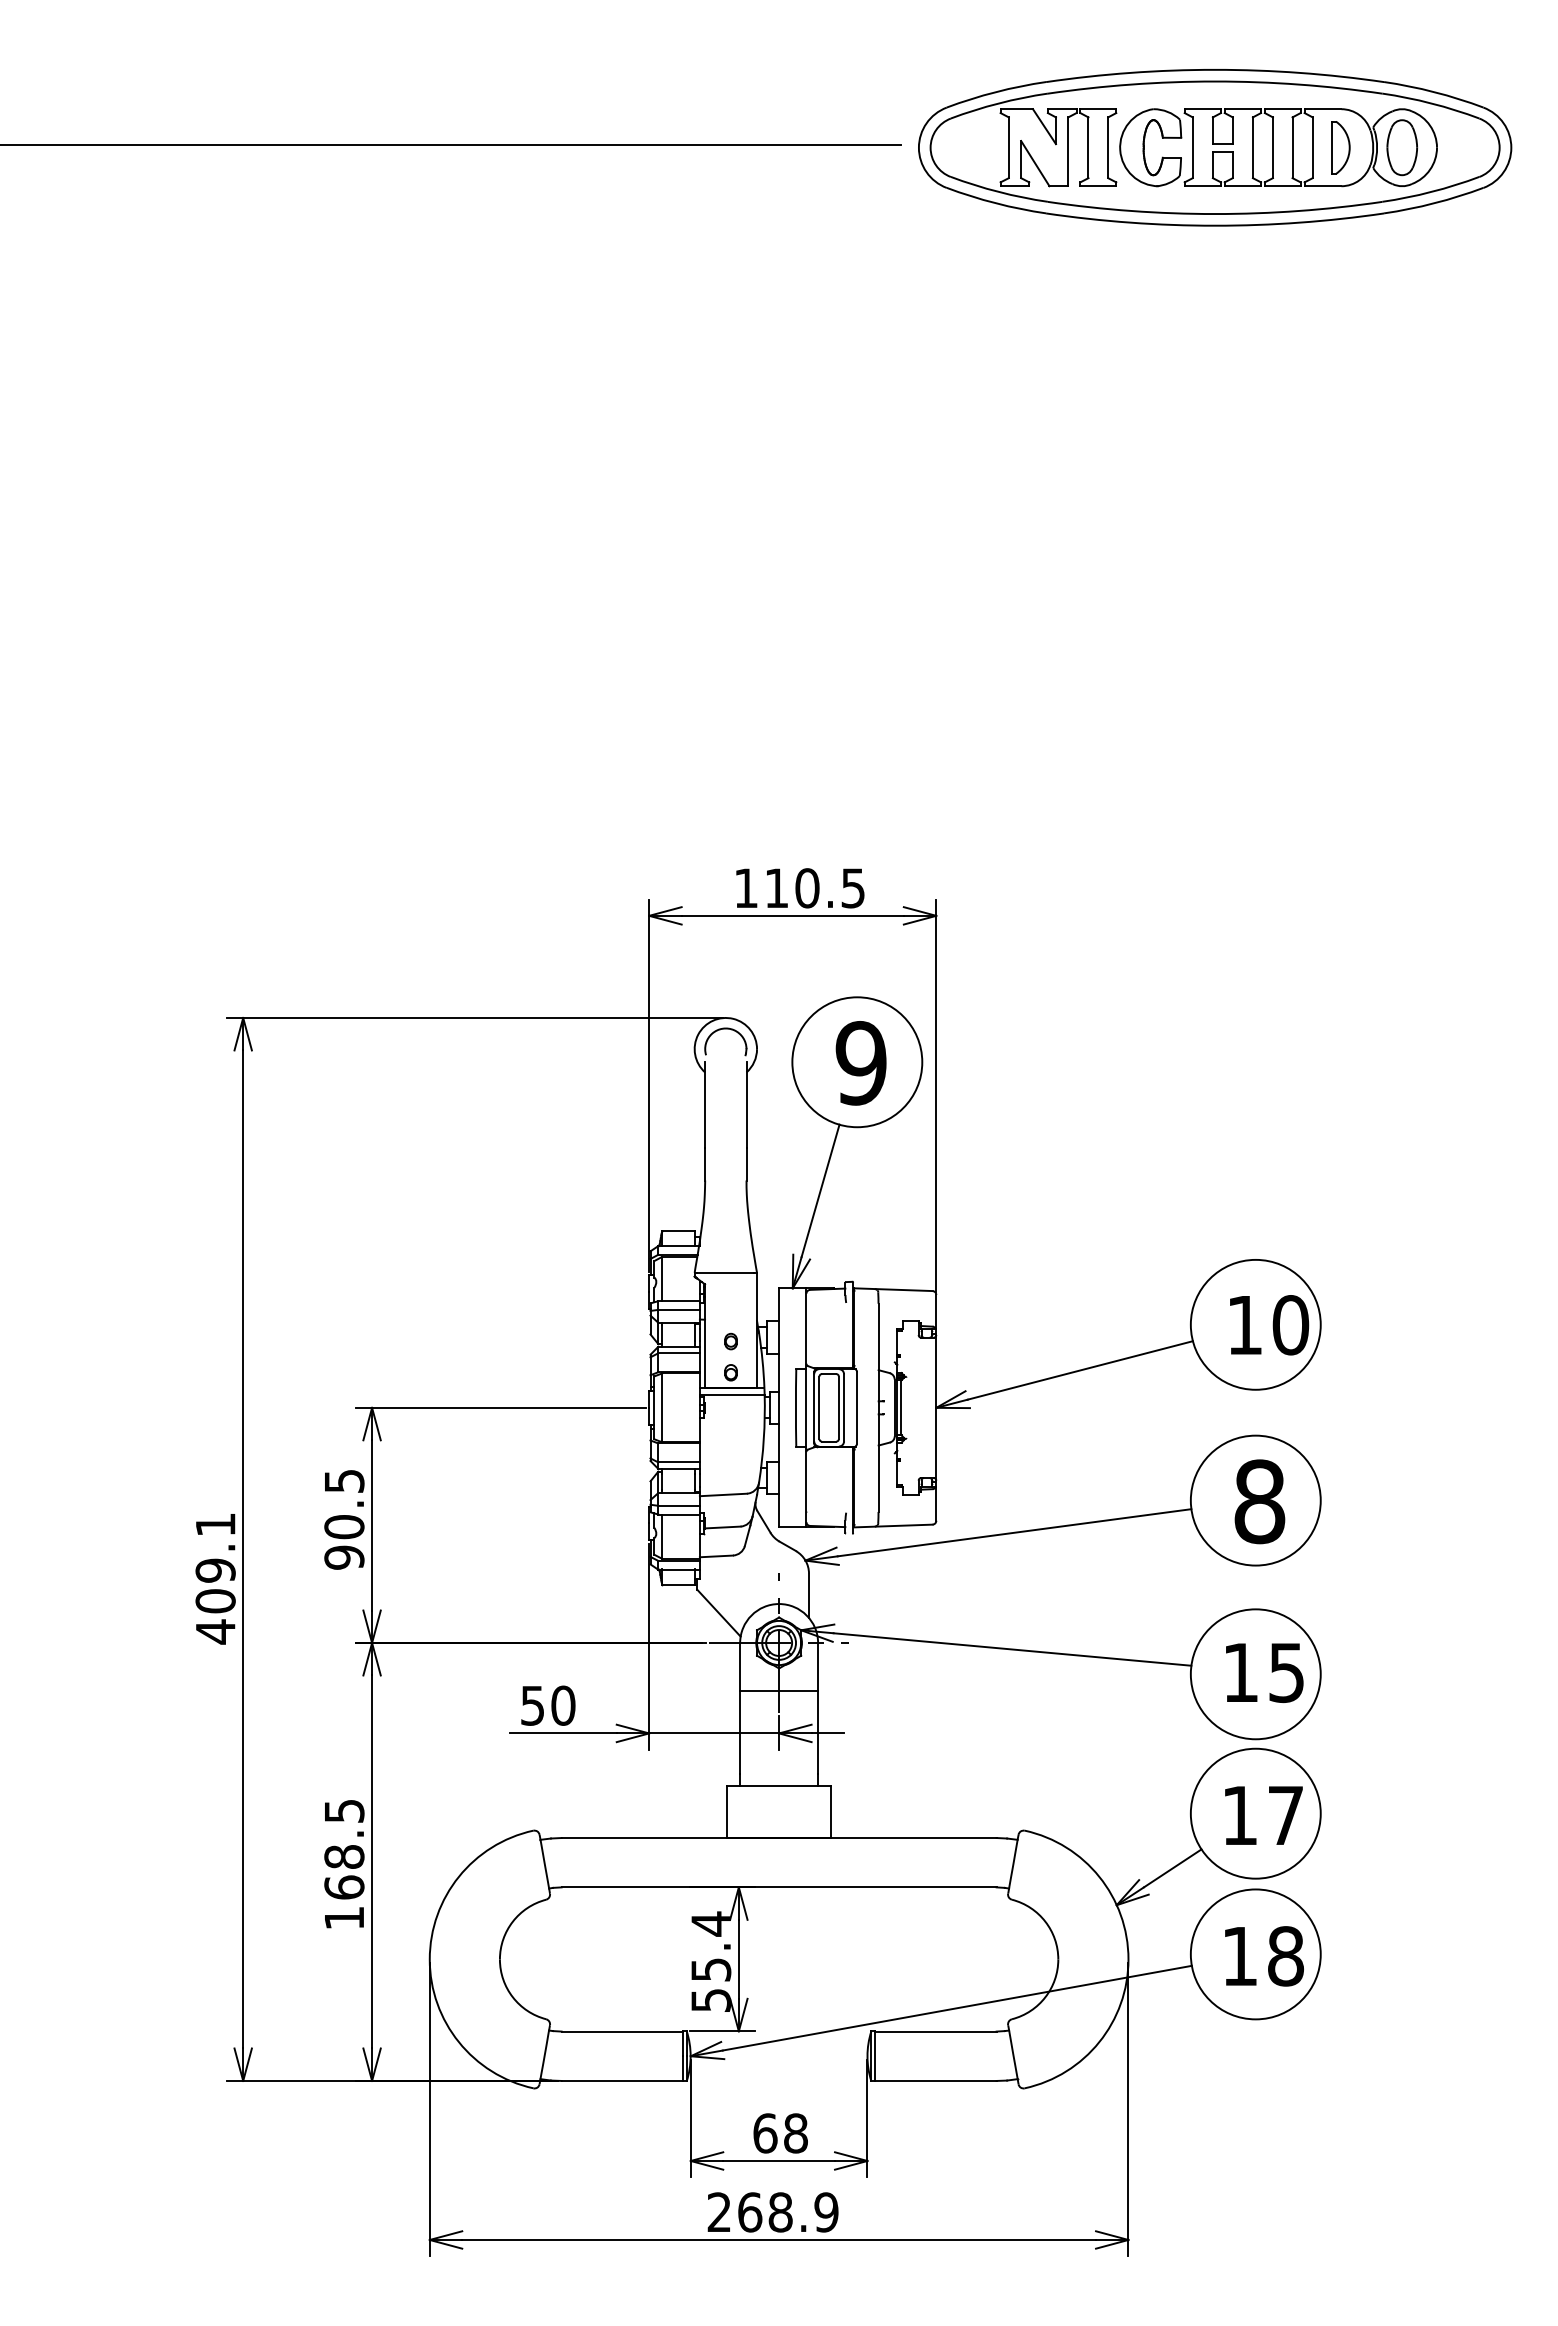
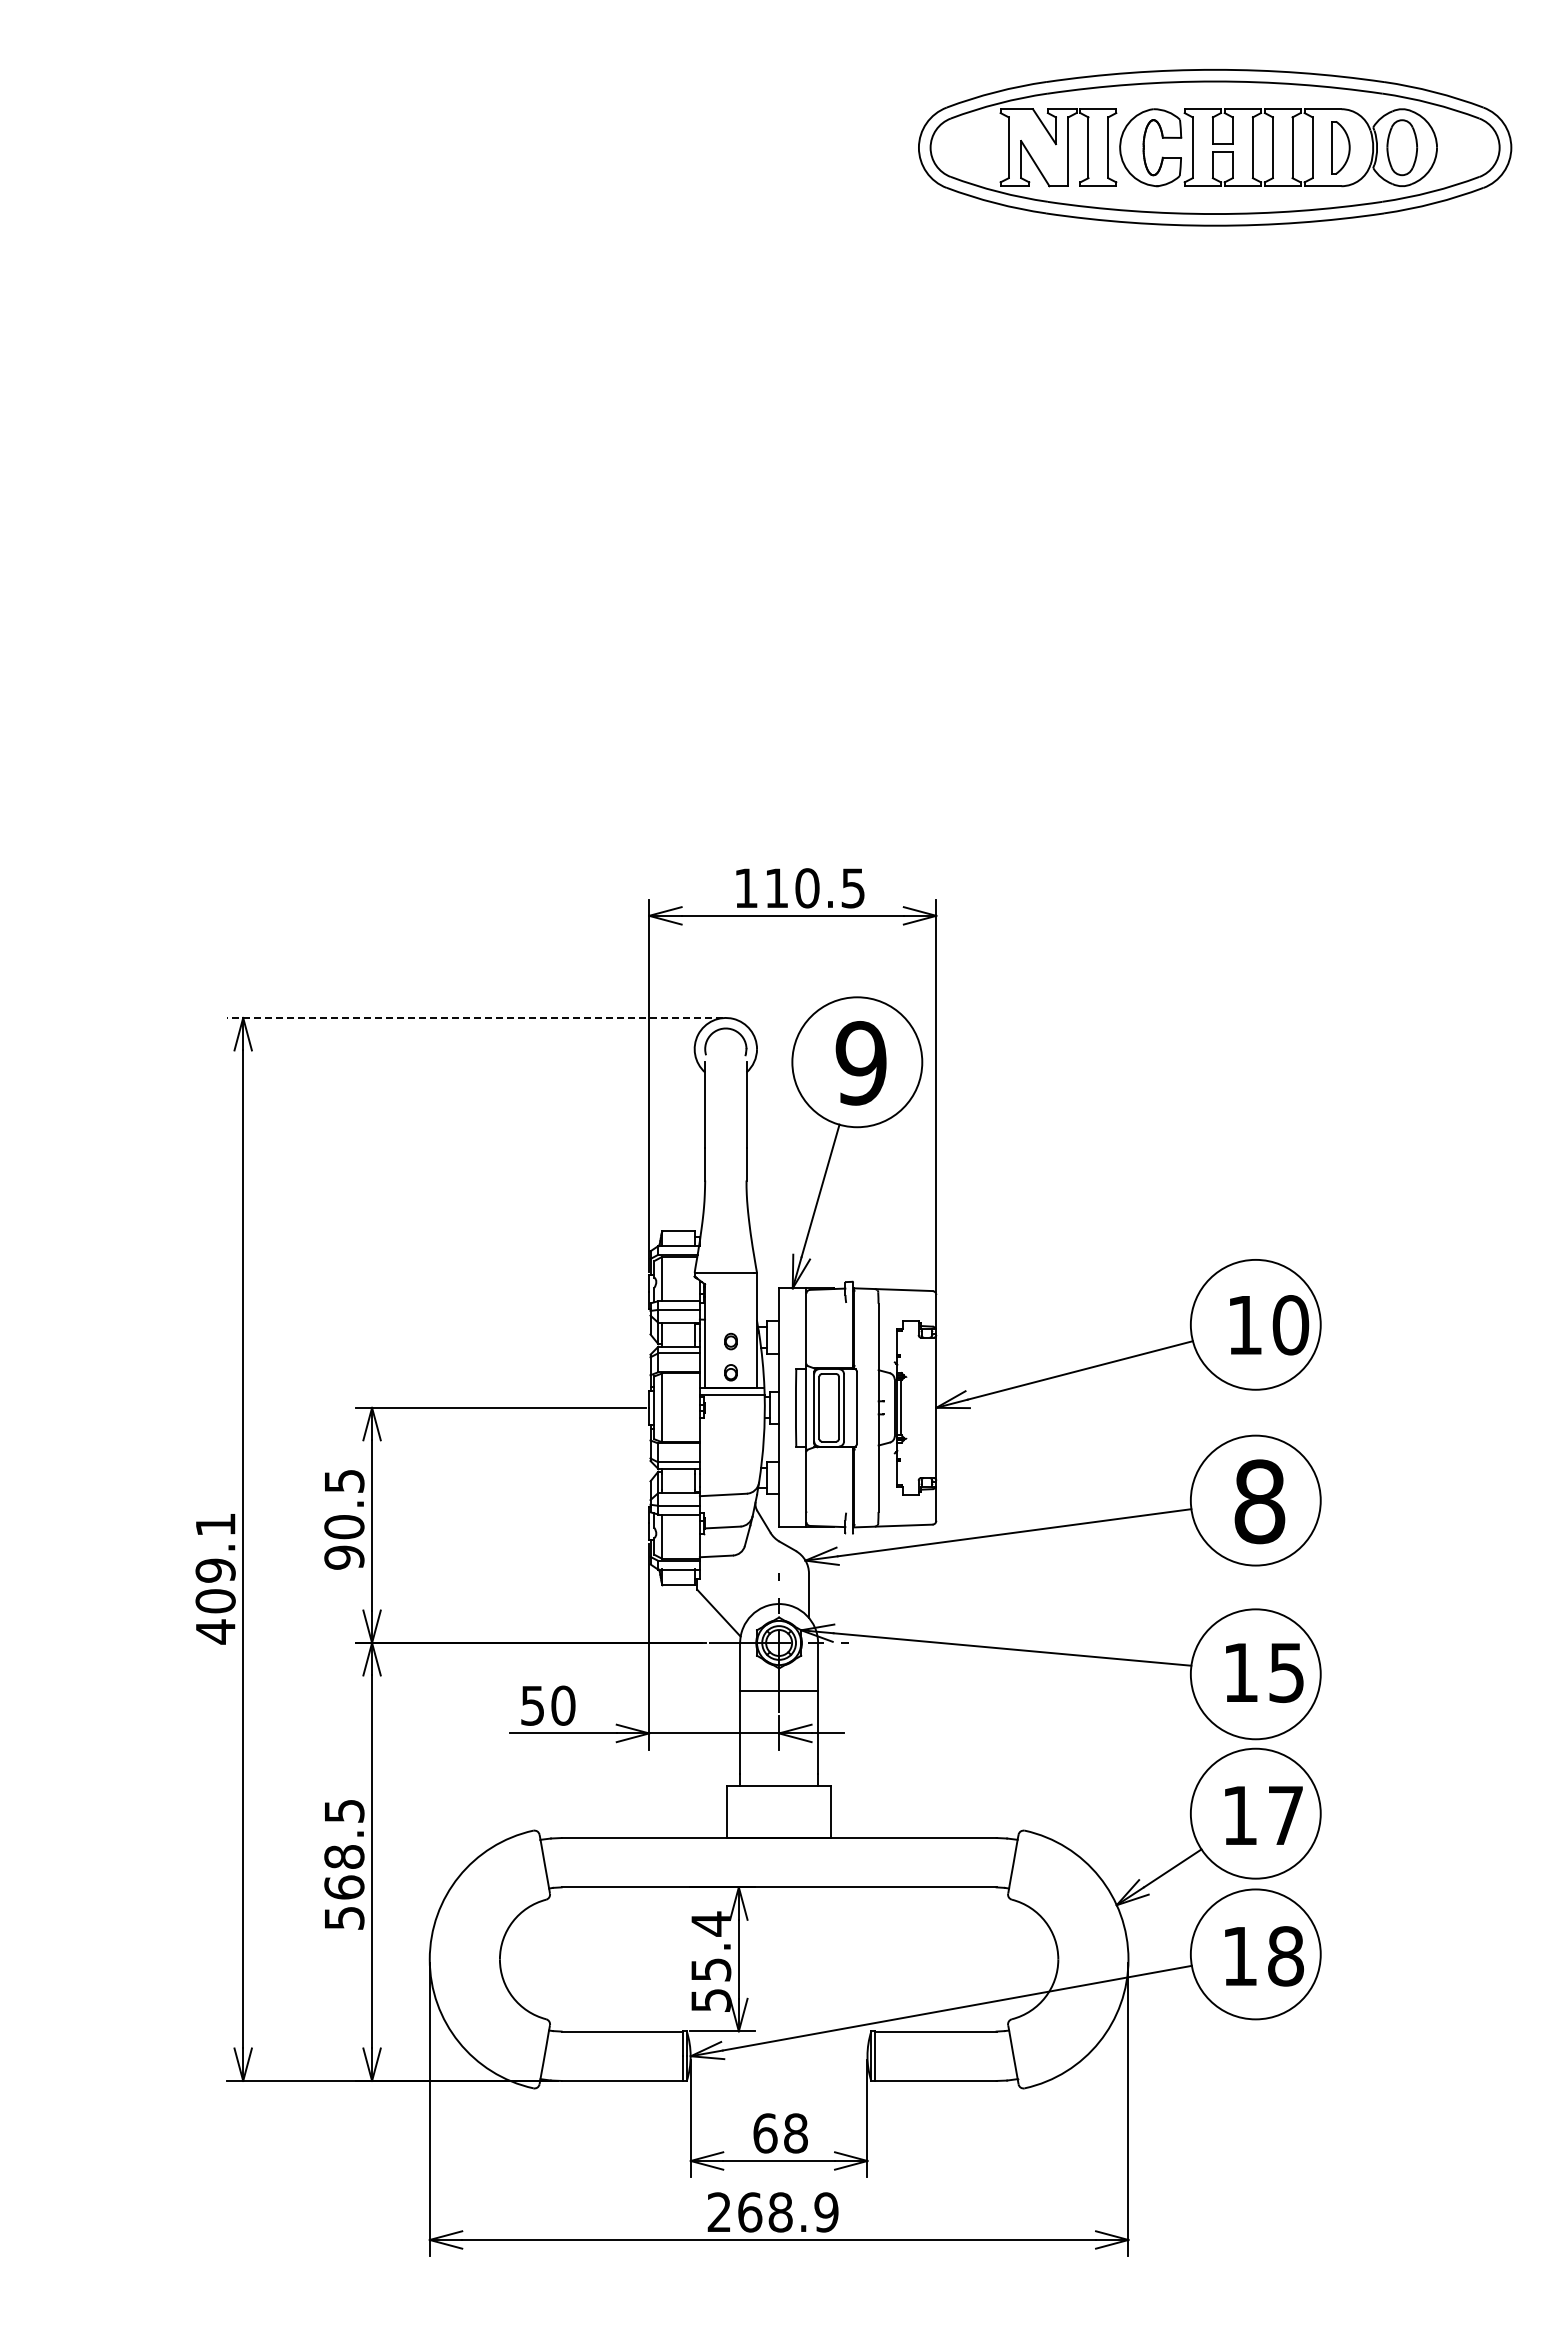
line at (451, 144): present -> none
line at (474, 1017): solid -> dashed
text at (344, 1918): 168.5 -> 568.5
